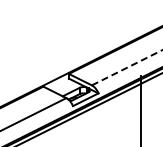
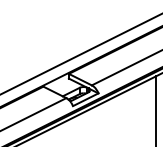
line at (80, 53): none -> present
line at (127, 67): dashed -> solid
line at (141, 109) position: (141, 109) -> (156, 109)
